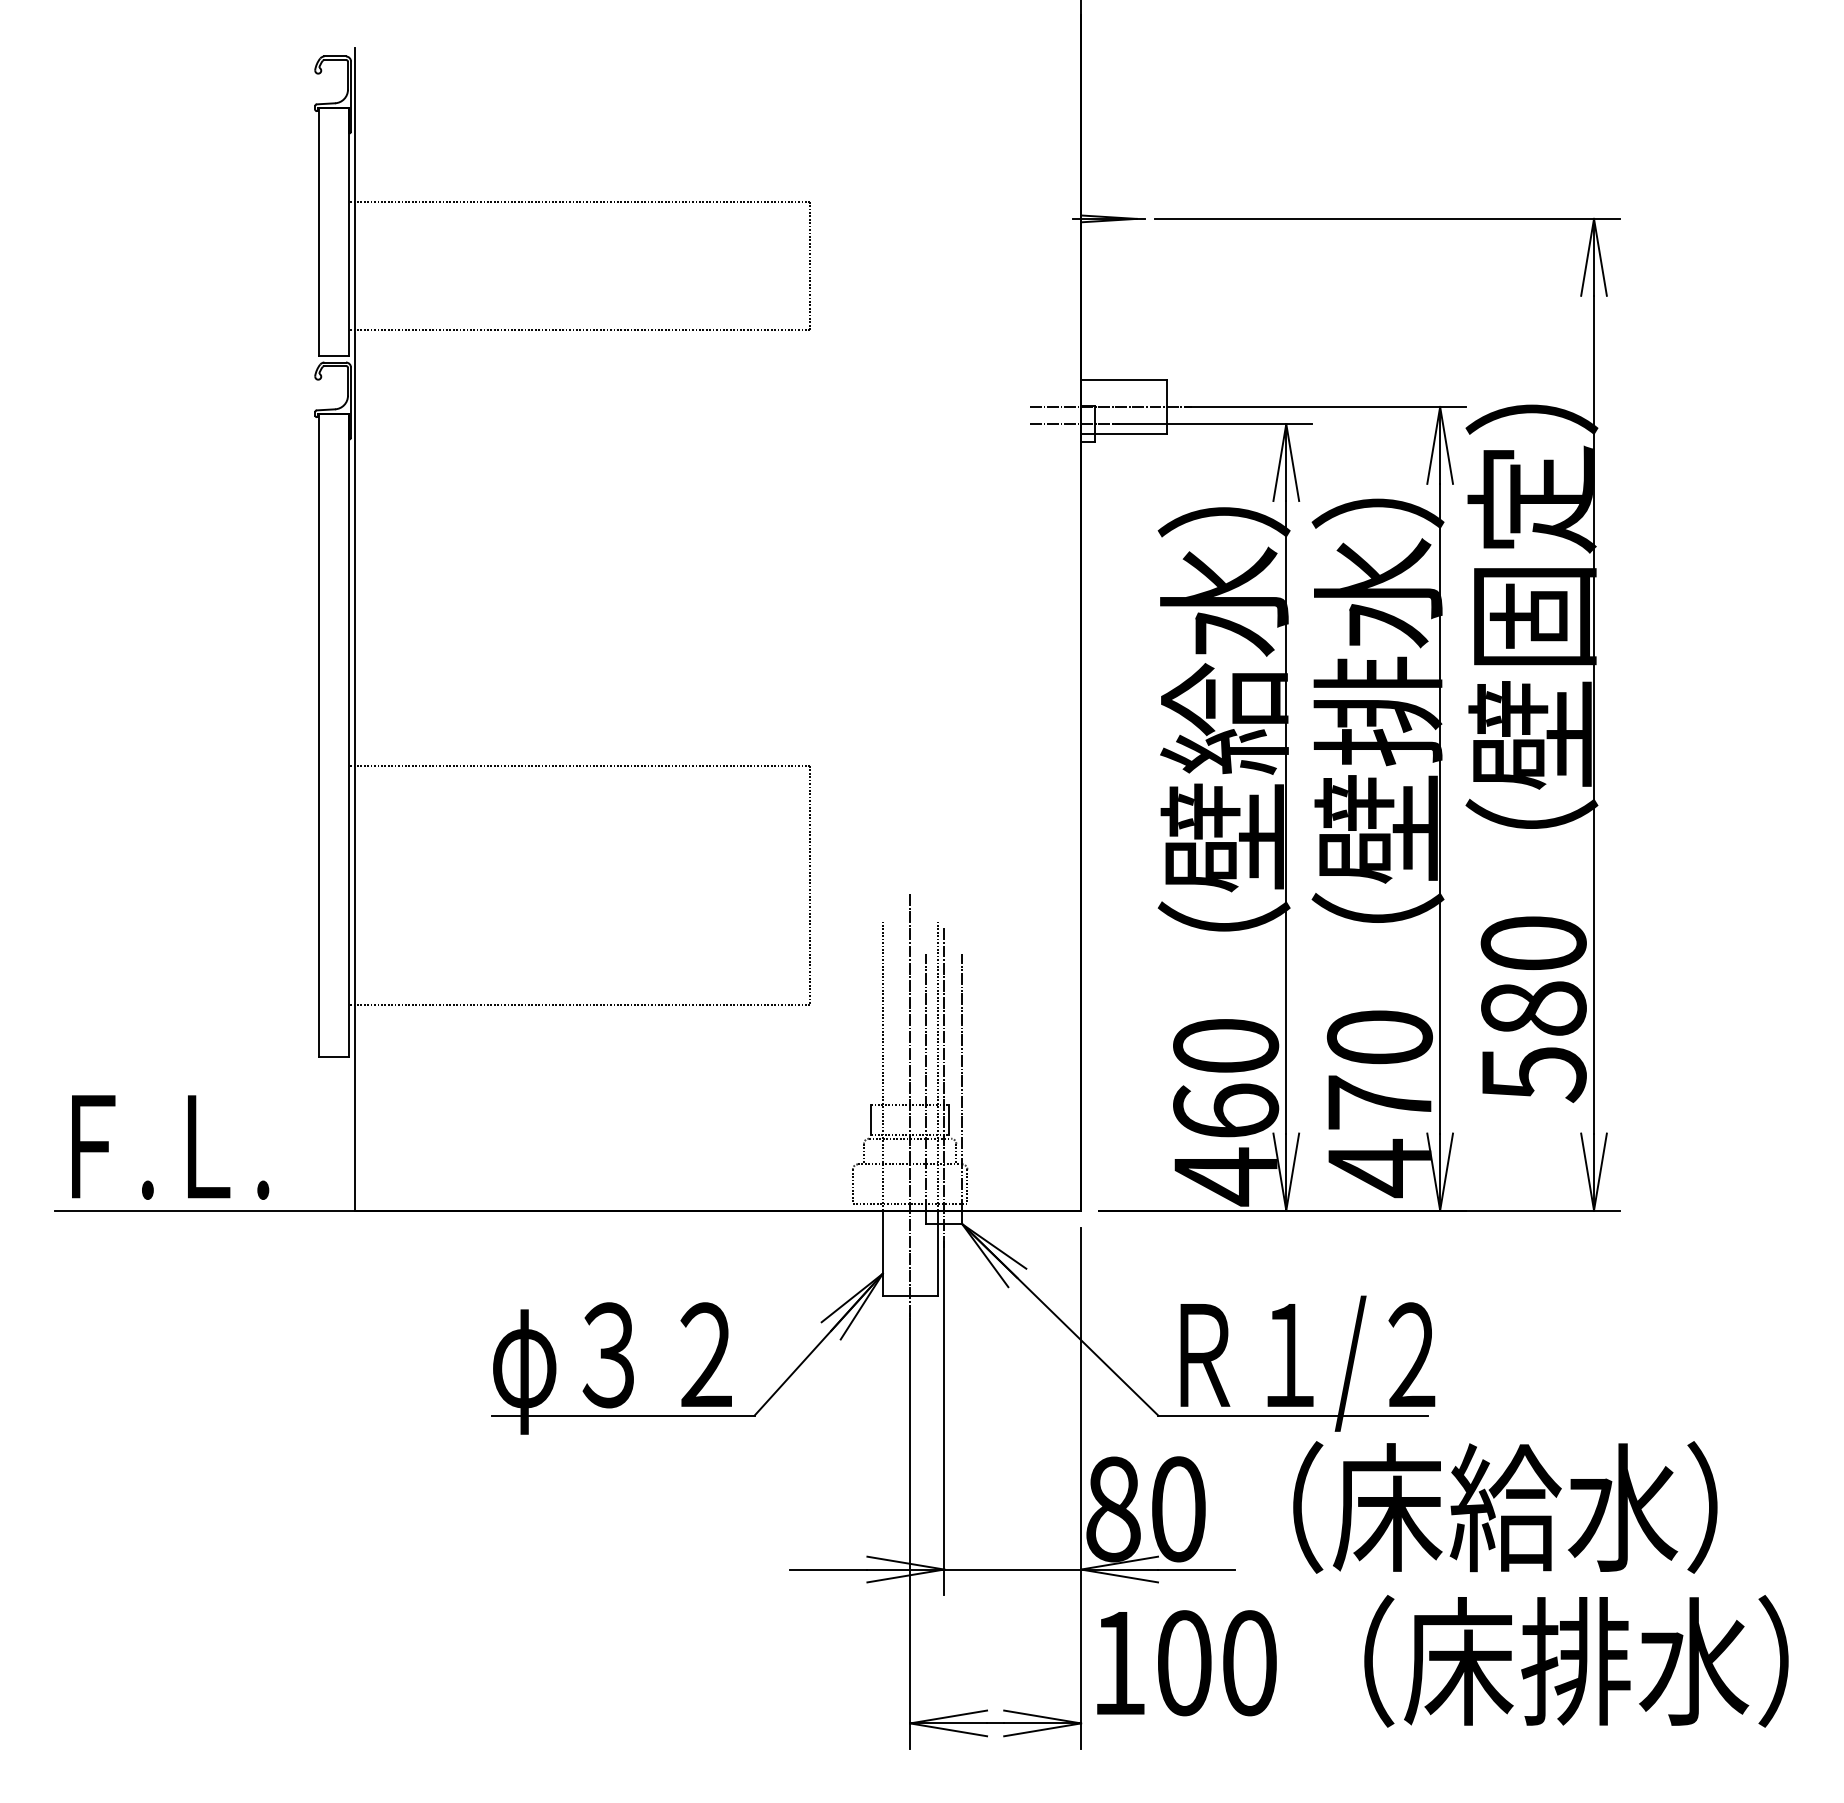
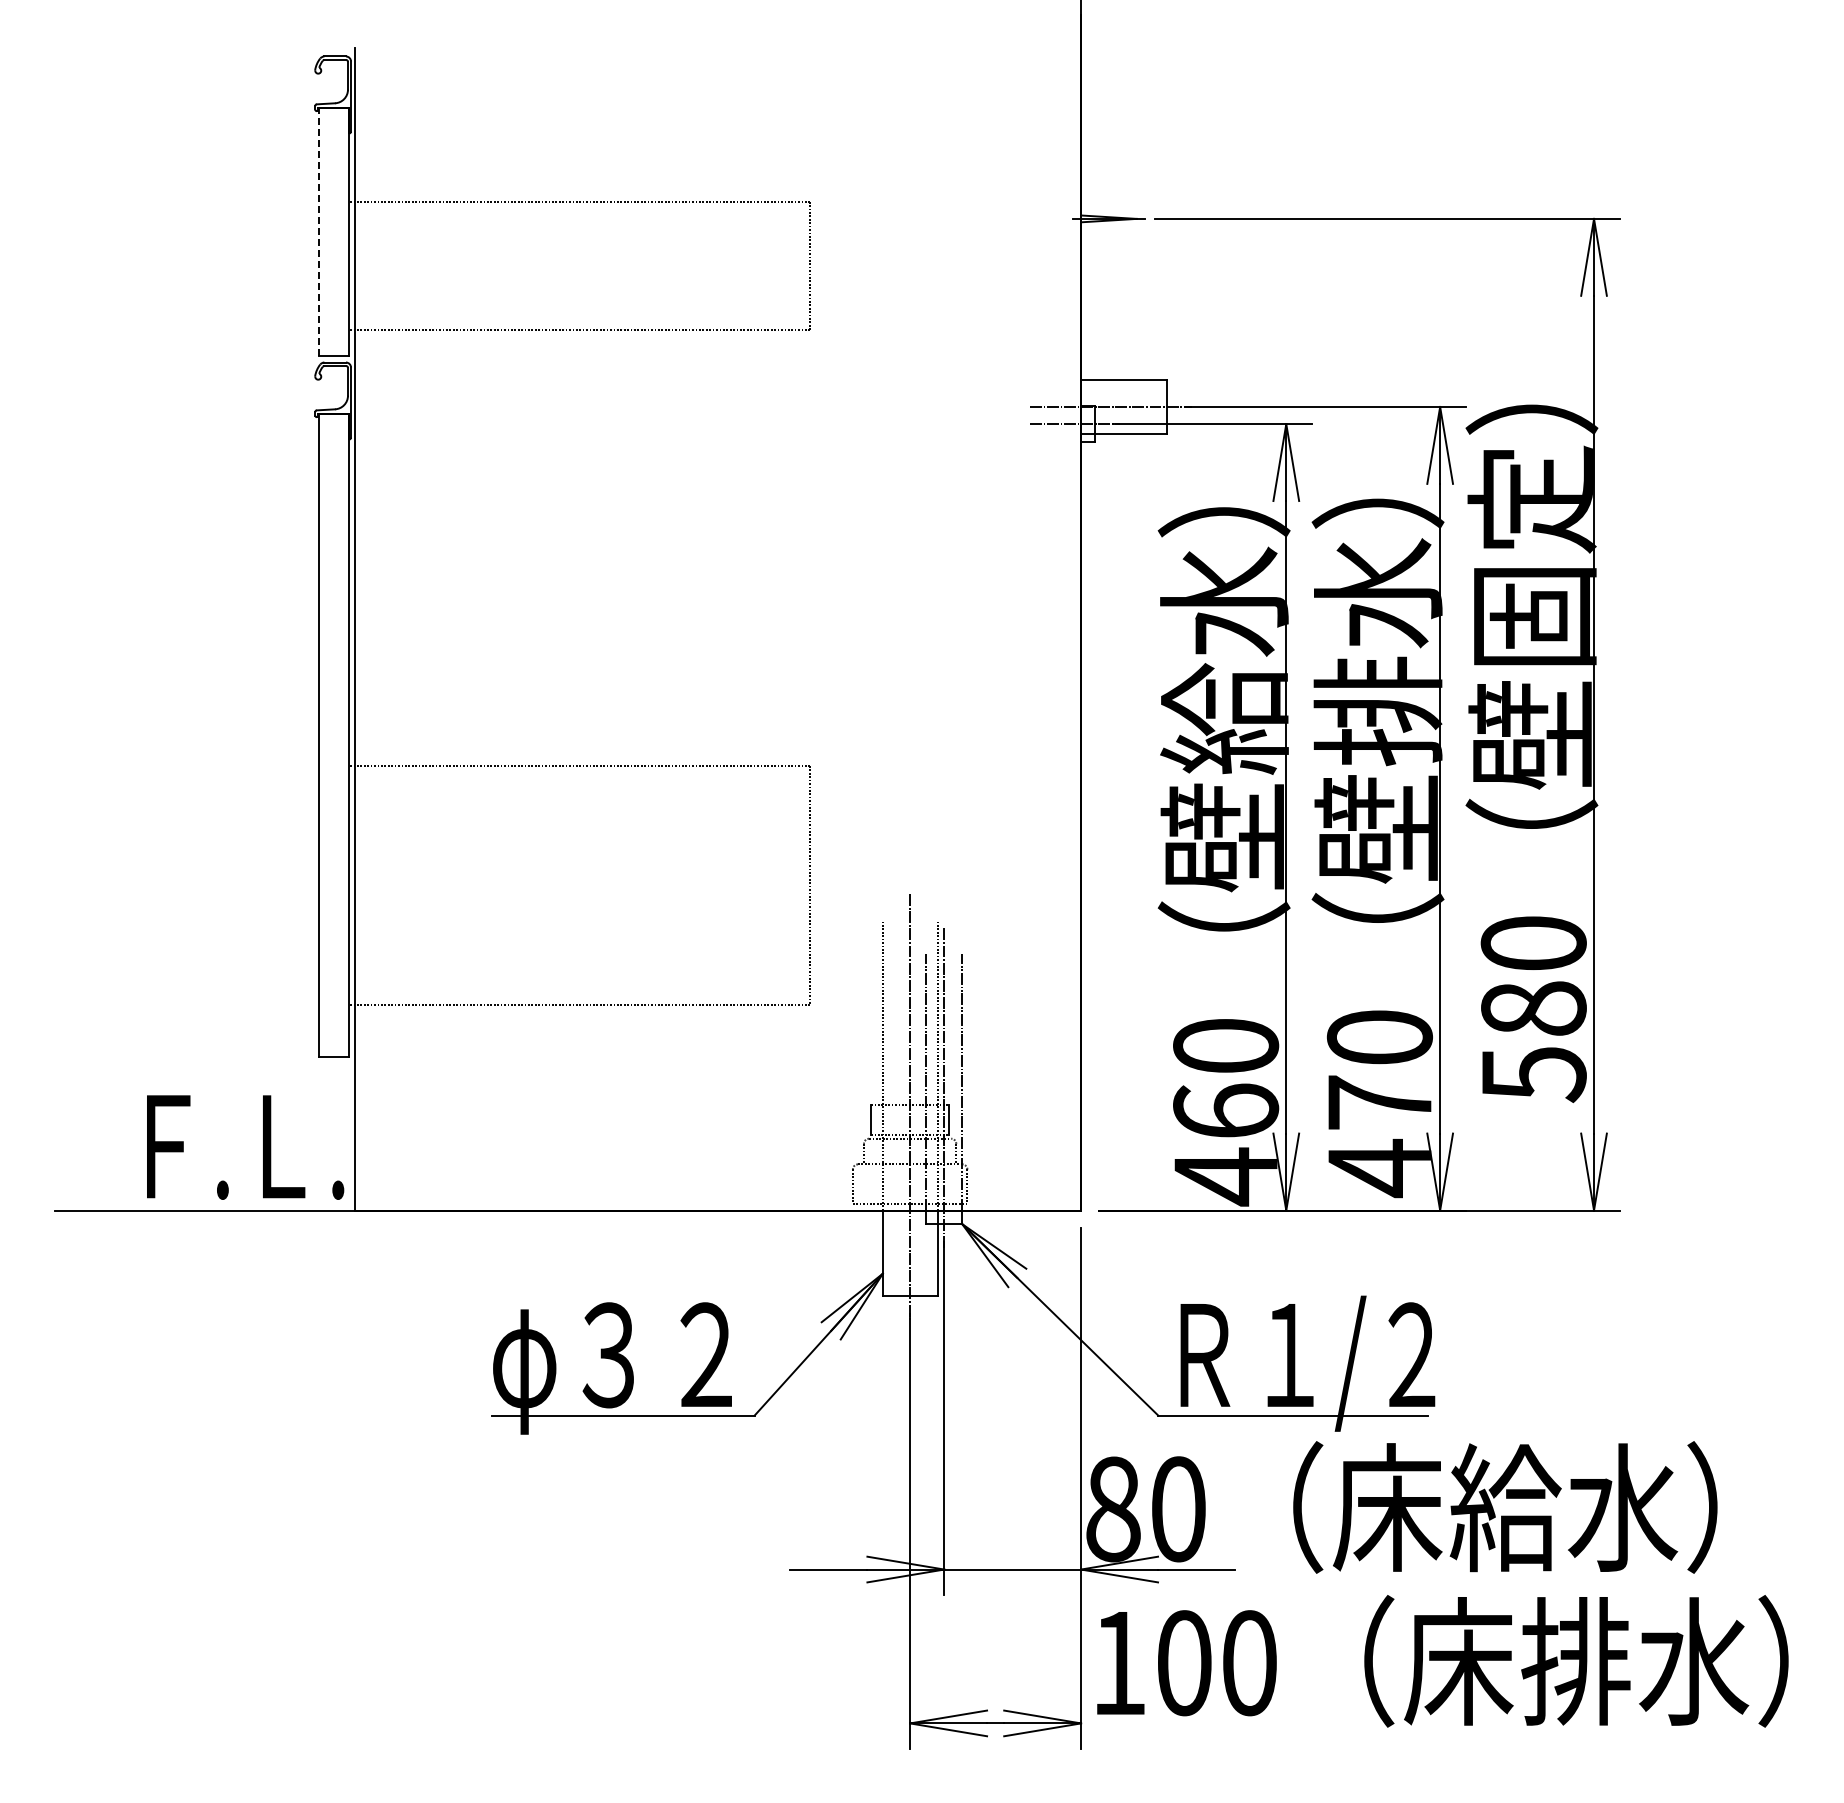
line at (319, 231): solid -> dashed
text at (170, 1147) position: (170, 1147) -> (245, 1147)
